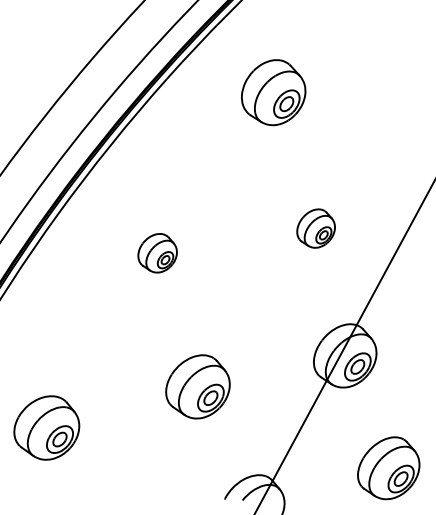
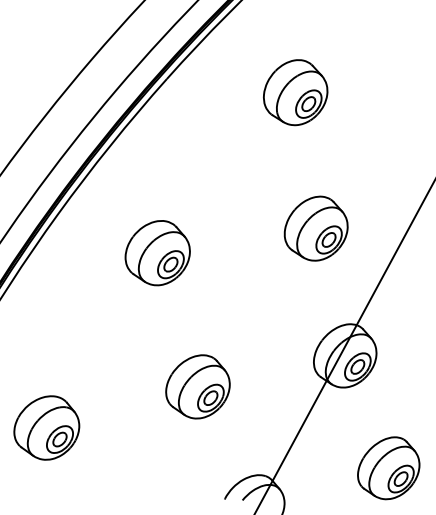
part at (273, 92) position: (273, 92) -> (295, 92)
part at (315, 228) size: 40x41 px -> 66x67 px
part at (157, 253) size: 41x41 px -> 67x67 px
